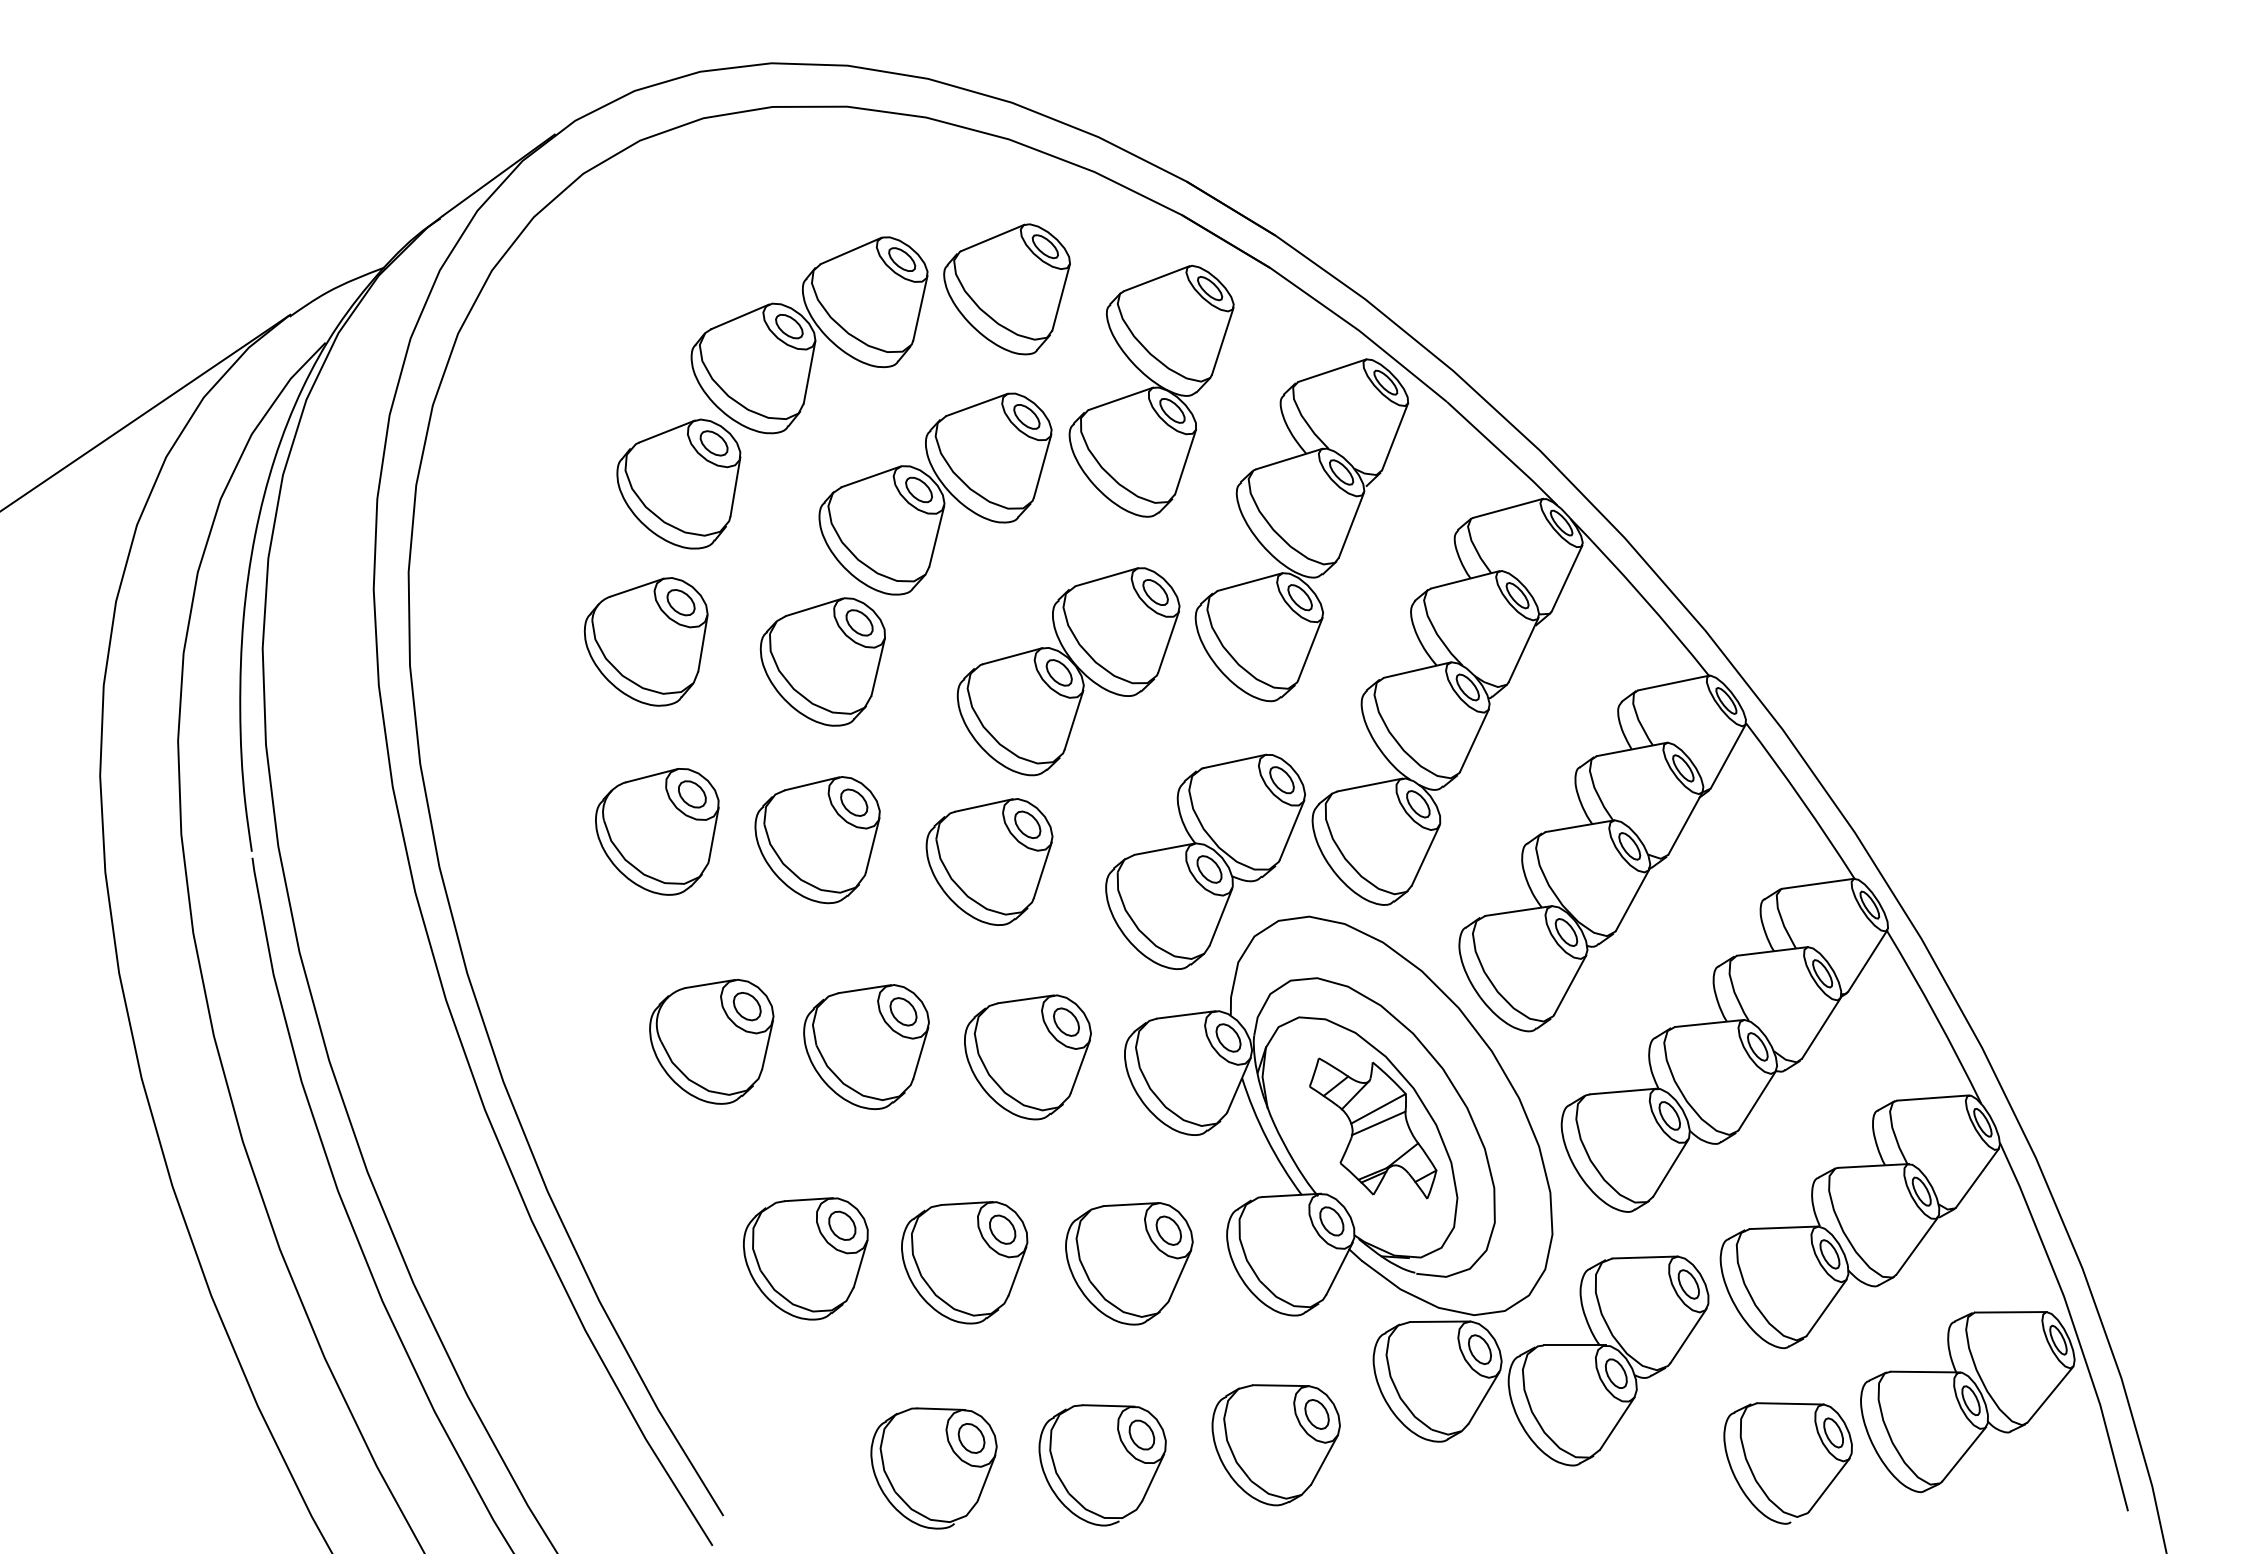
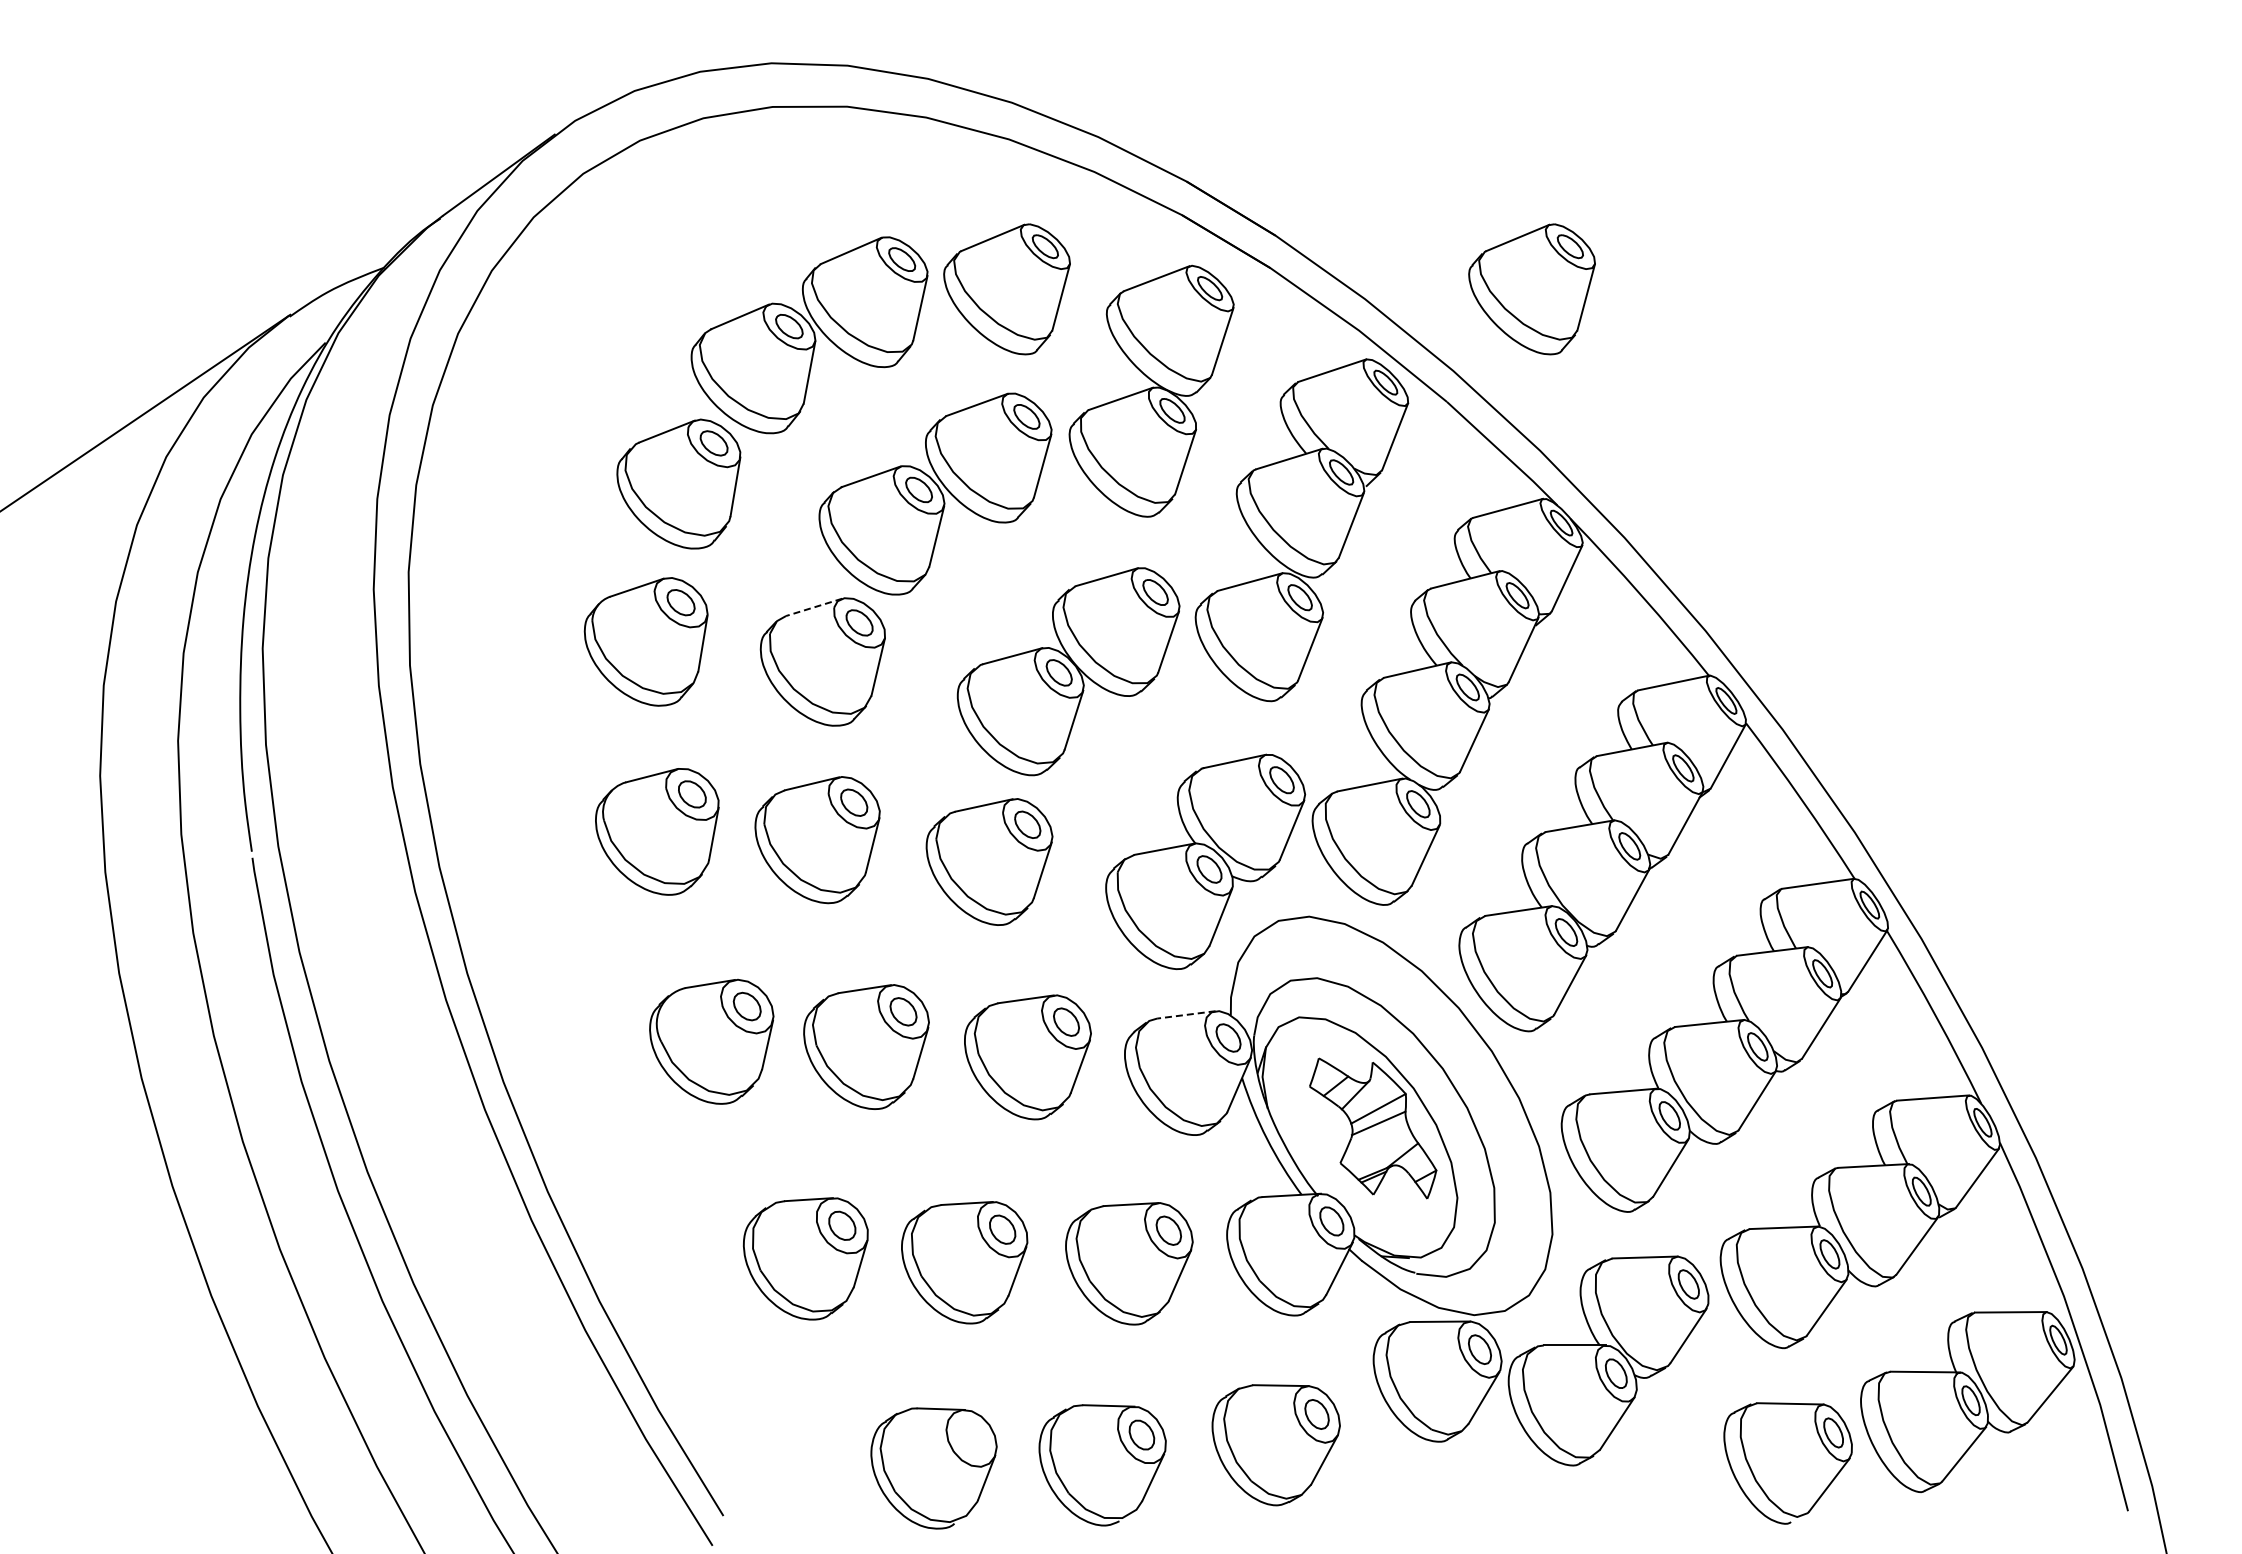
part at (1531, 289): none -> present
line at (813, 607): solid -> dashed
line at (1185, 1014): solid -> dashed
part at (971, 1438): present -> none
